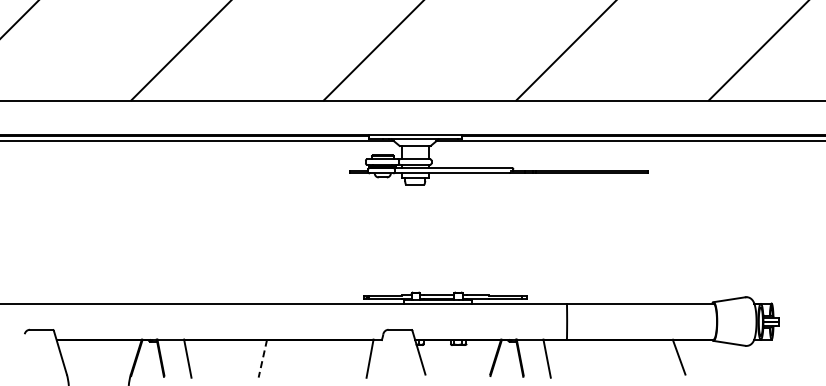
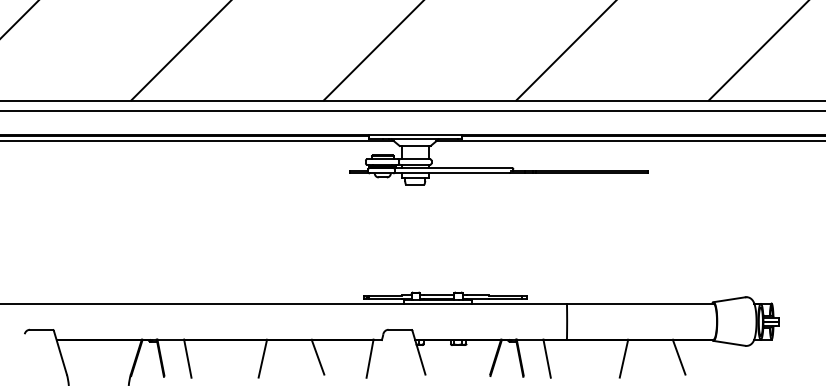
line at (412, 111): none -> present
line at (317, 356): none -> present
line at (623, 358): none -> present
line at (262, 359): dashed -> solid
